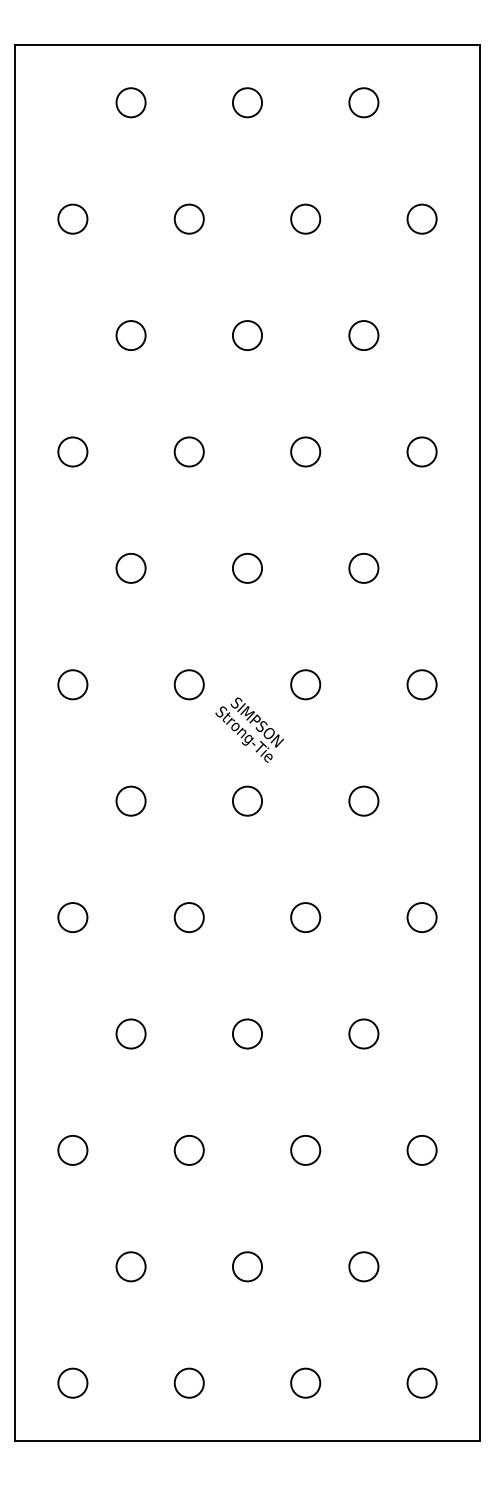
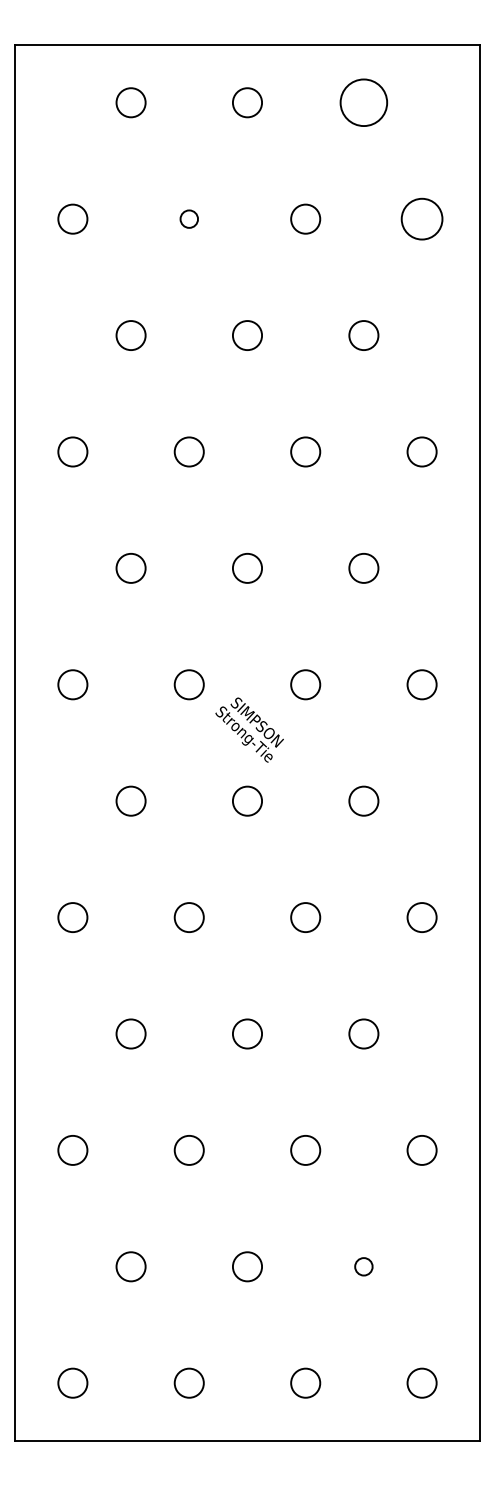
circle at (363, 102) diameter: 29 px -> 47 px
circle at (188, 218) diameter: 29 px -> 17 px
circle at (421, 218) diameter: 29 px -> 41 px
circle at (363, 1266) diameter: 29 px -> 17 px
